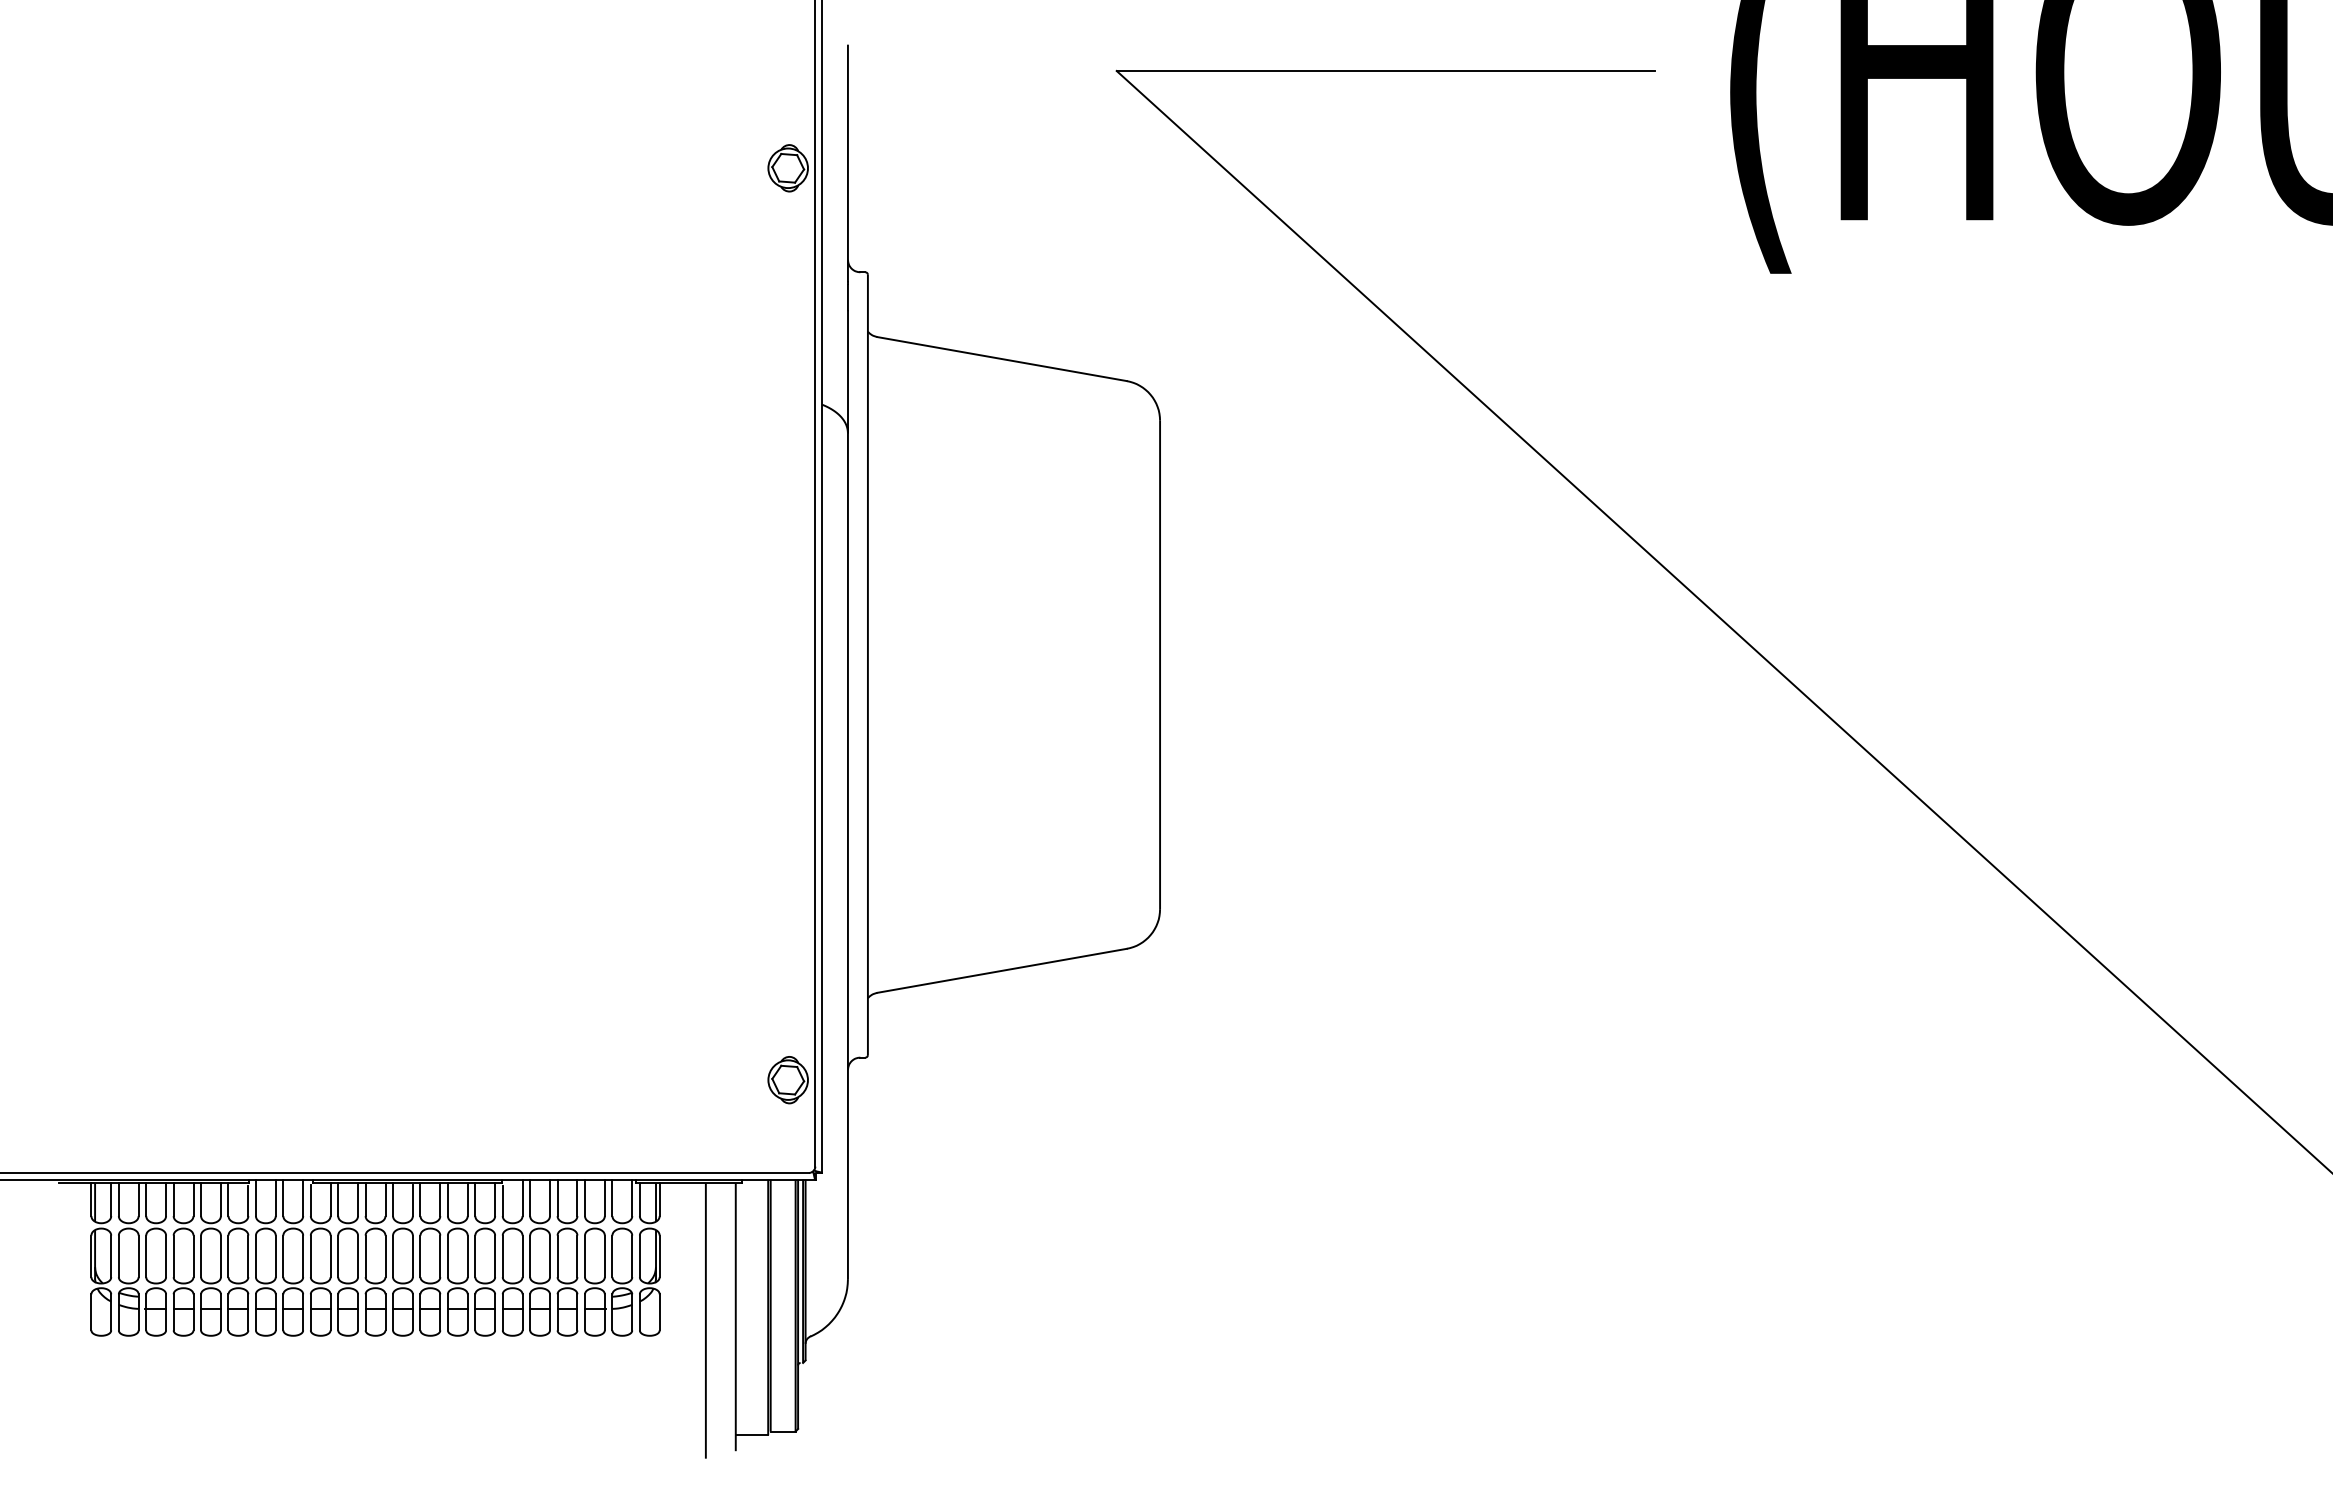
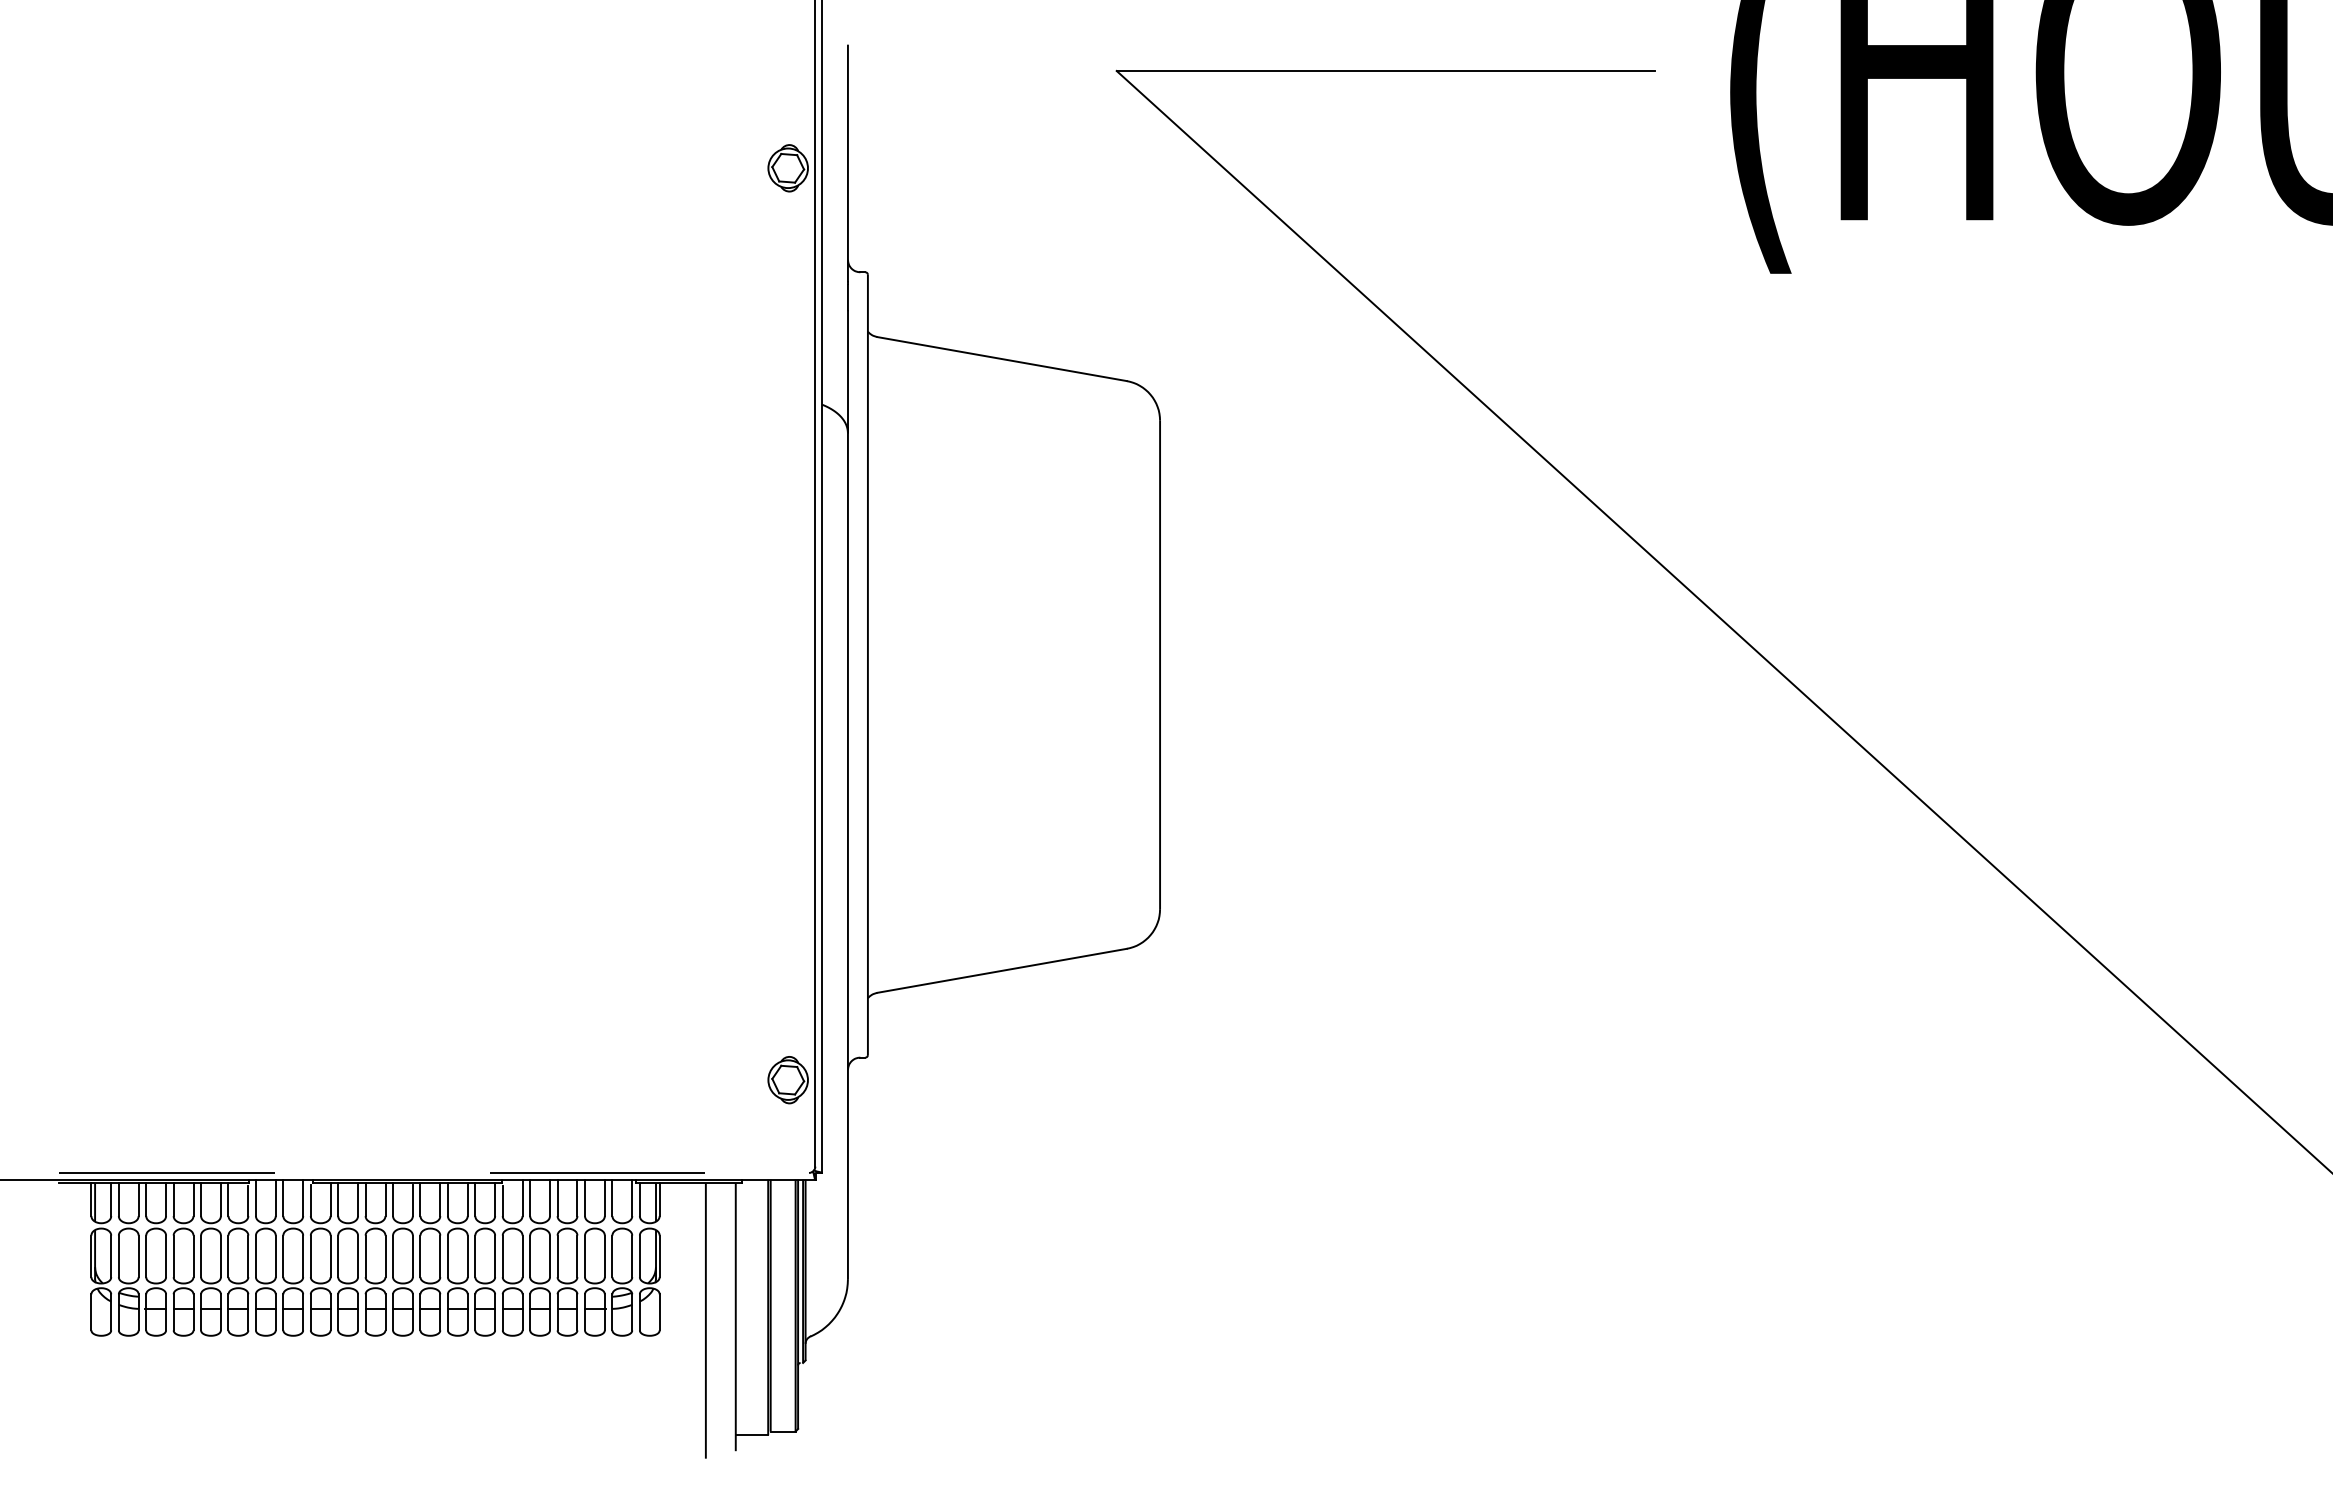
line at (405, 1172): solid -> dashed
